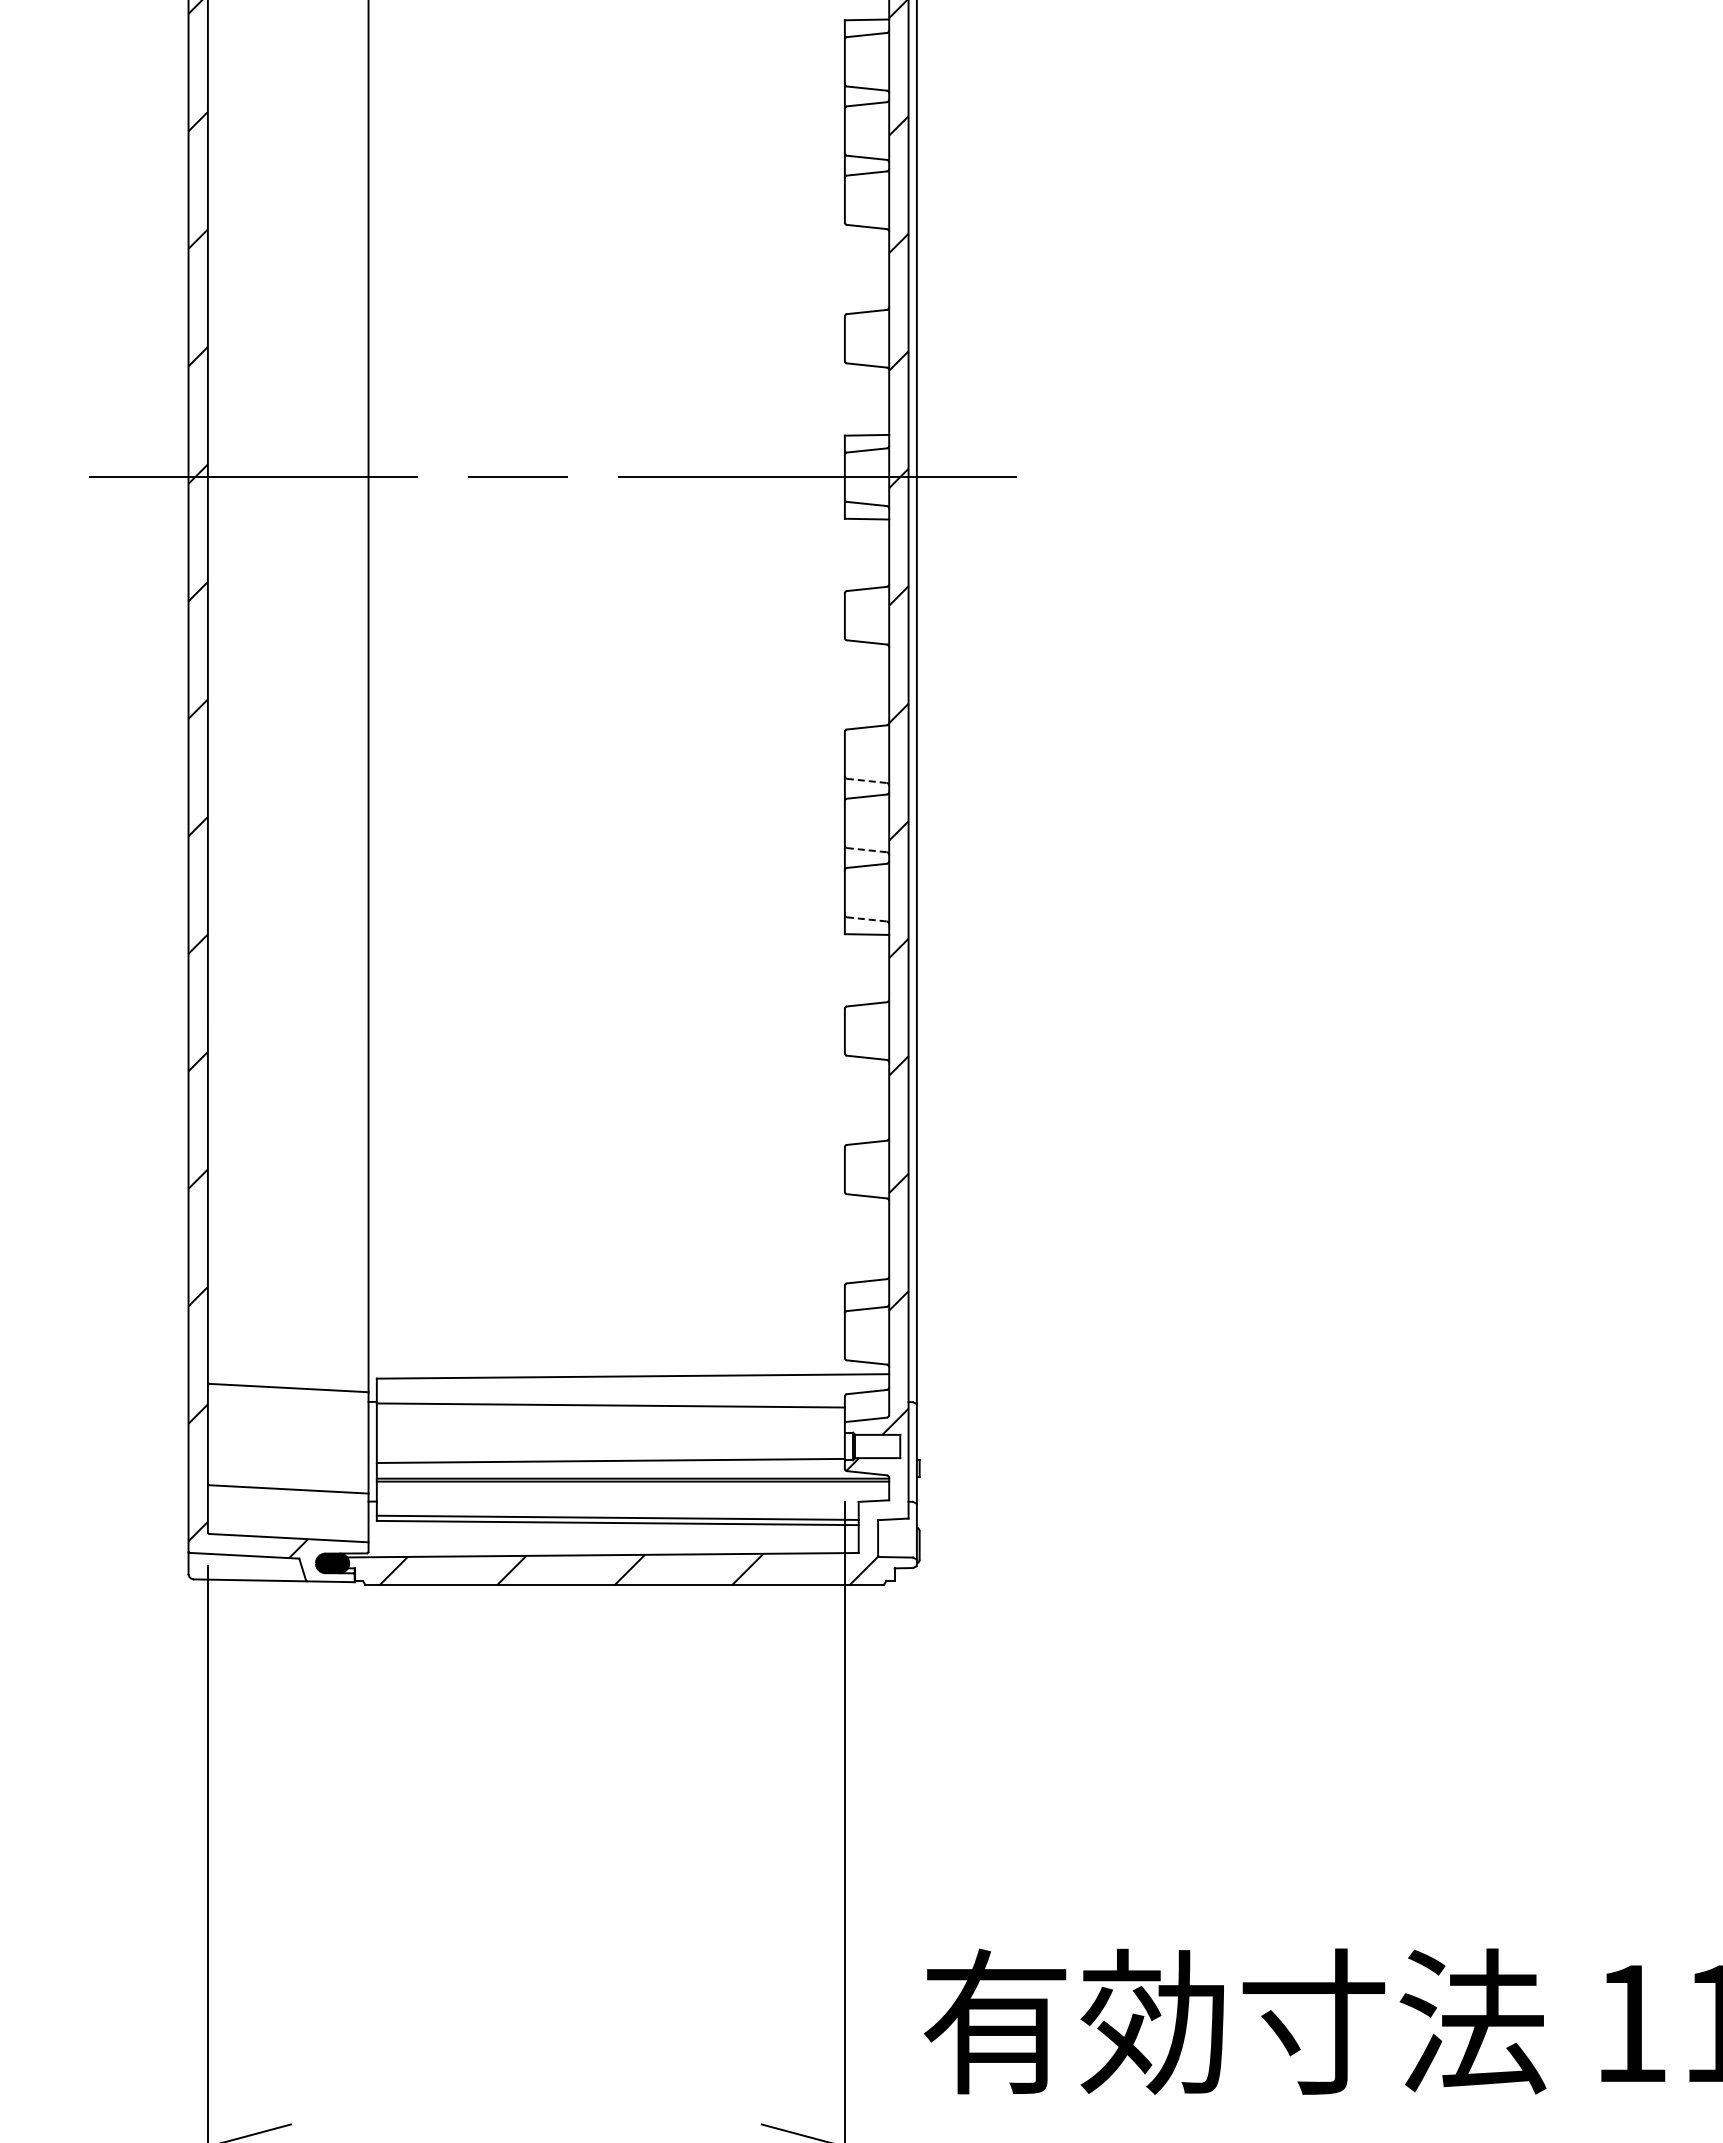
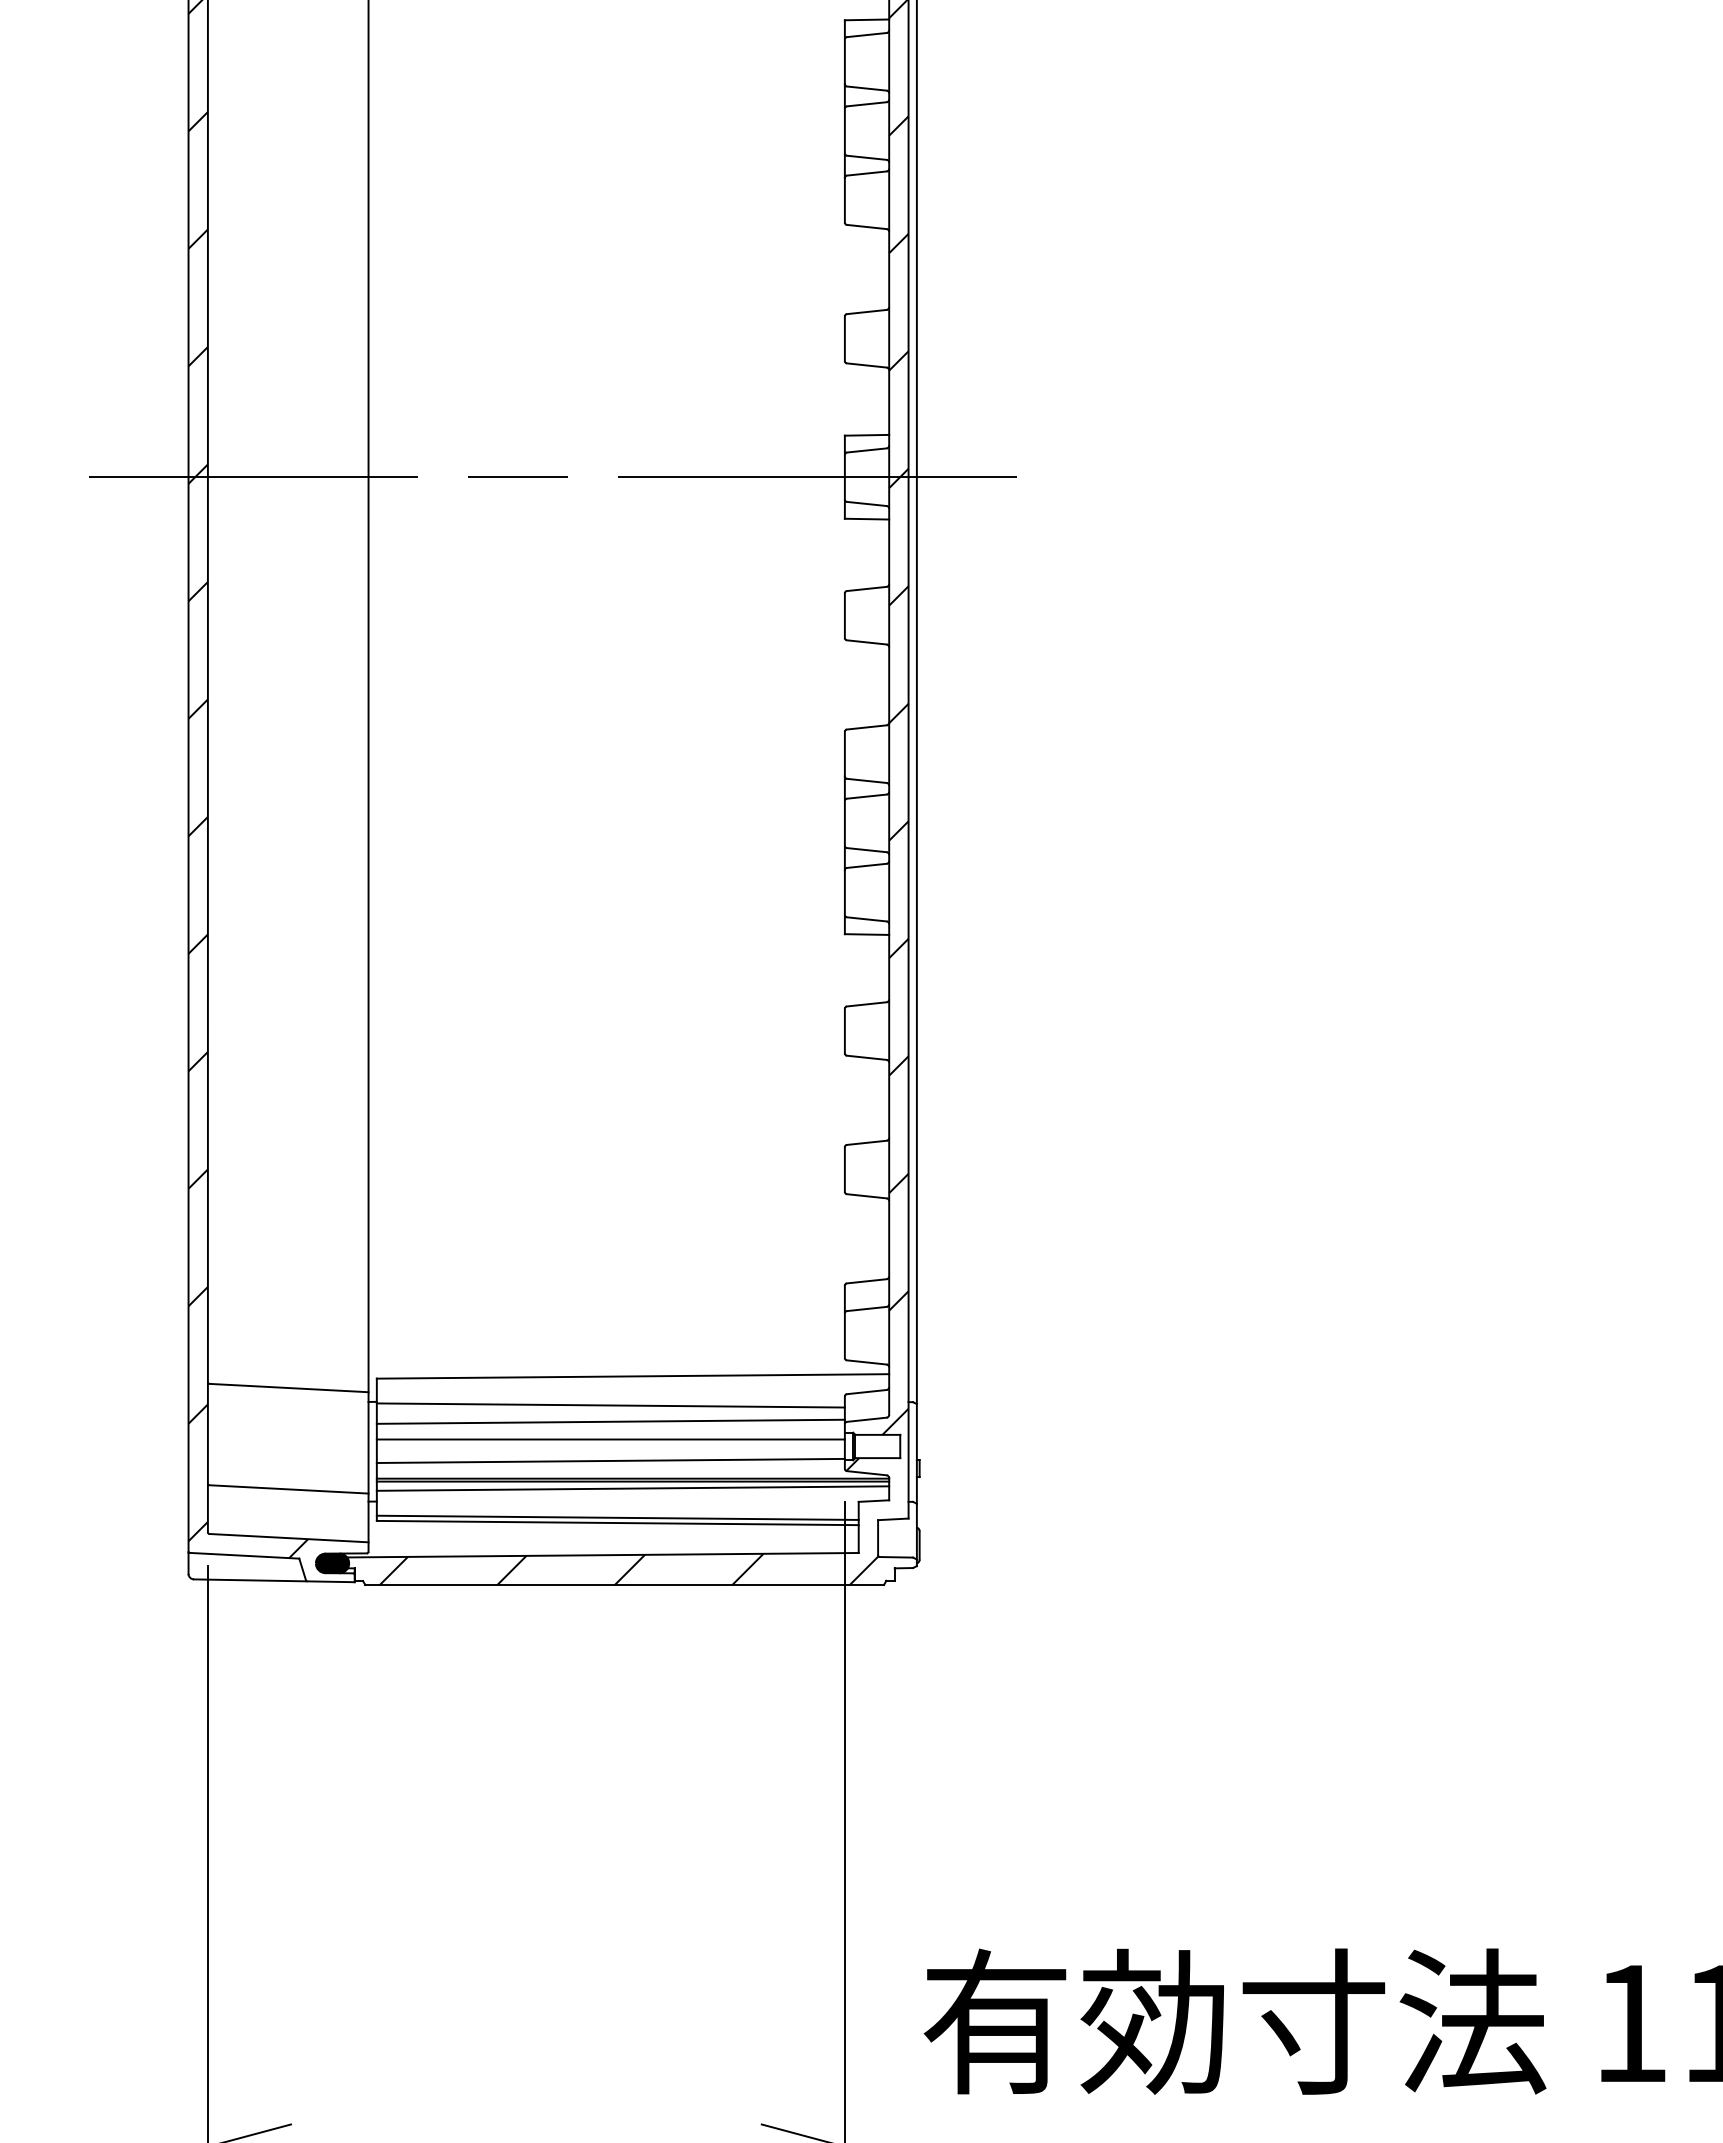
line at (867, 780): dashed -> solid
line at (867, 850): dashed -> solid
line at (867, 919): dashed -> solid
line at (610, 1421): none -> present
line at (610, 1439): none -> present
line at (632, 1488): none -> present
